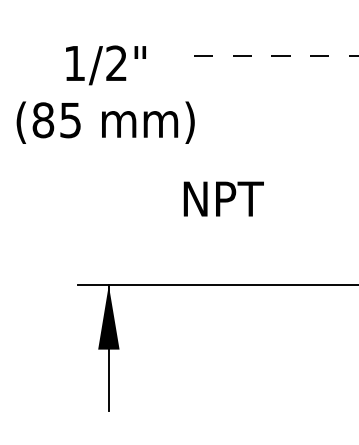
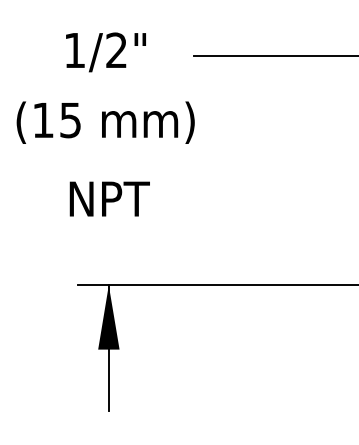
line at (276, 56): dashed -> solid
text at (105, 65) position: (105, 65) -> (105, 52)
text at (43, 120): (85 -> (15
text at (223, 198) position: (223, 198) -> (109, 198)
